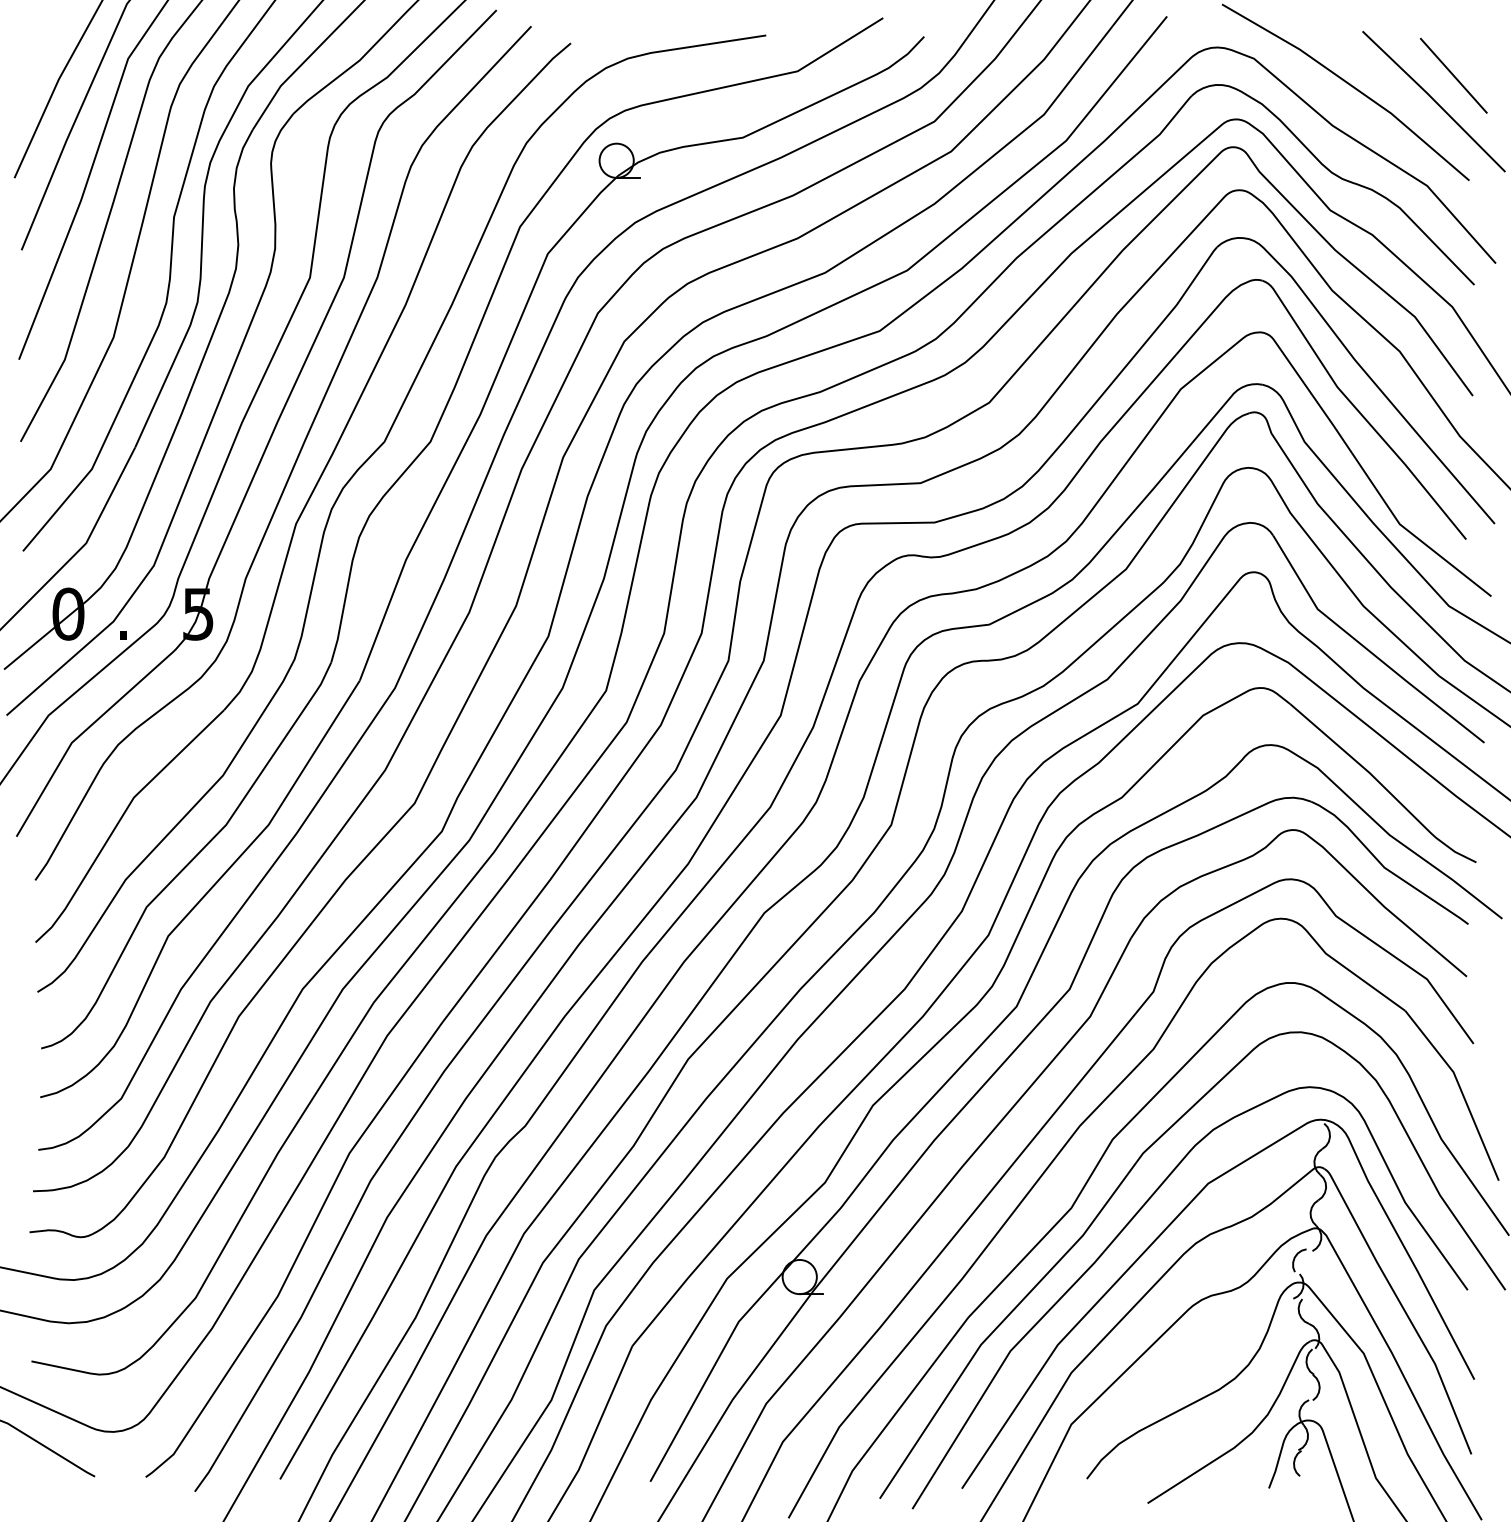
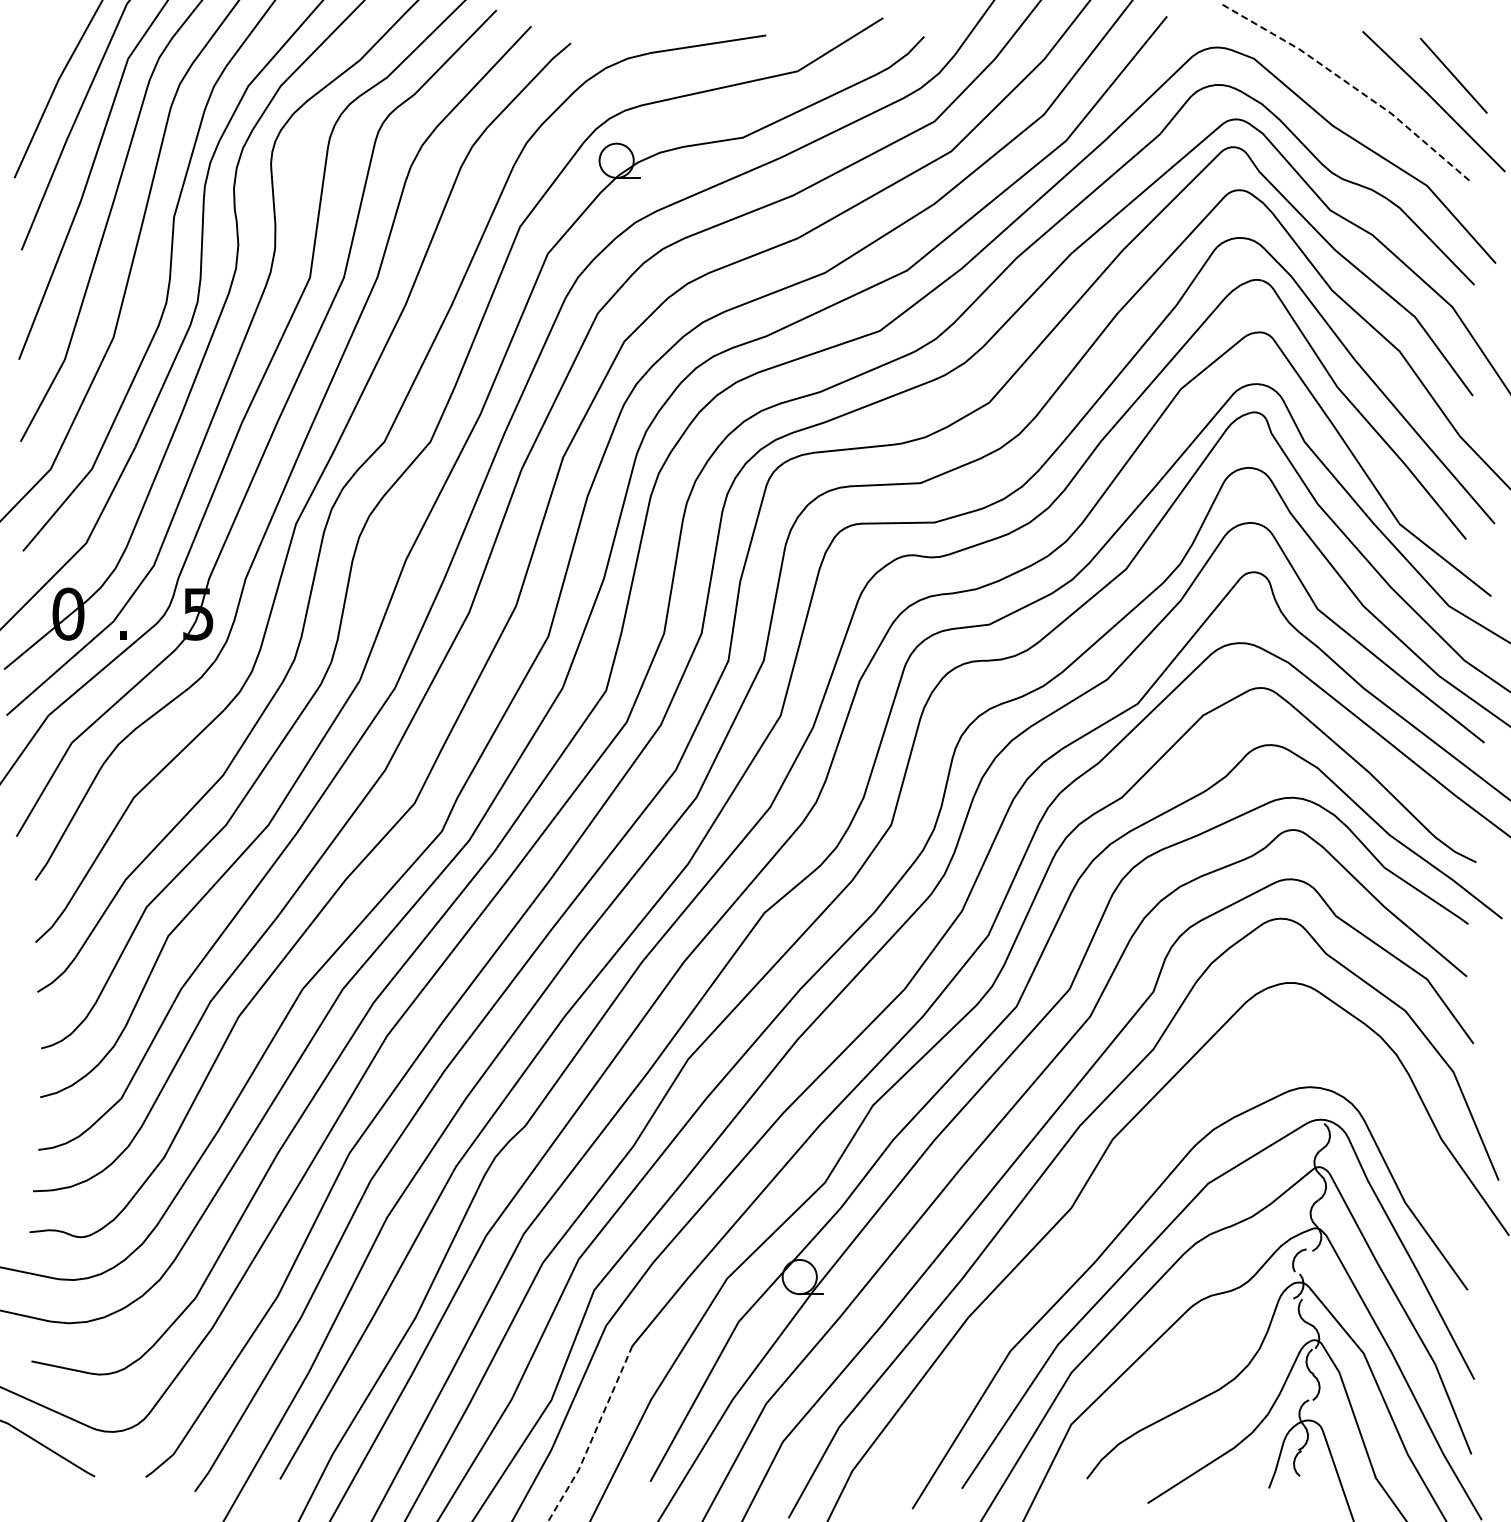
line at (1351, 85): solid -> dashed
curve at (1109, 1201): present -> none
line at (593, 1436): solid -> dashed
